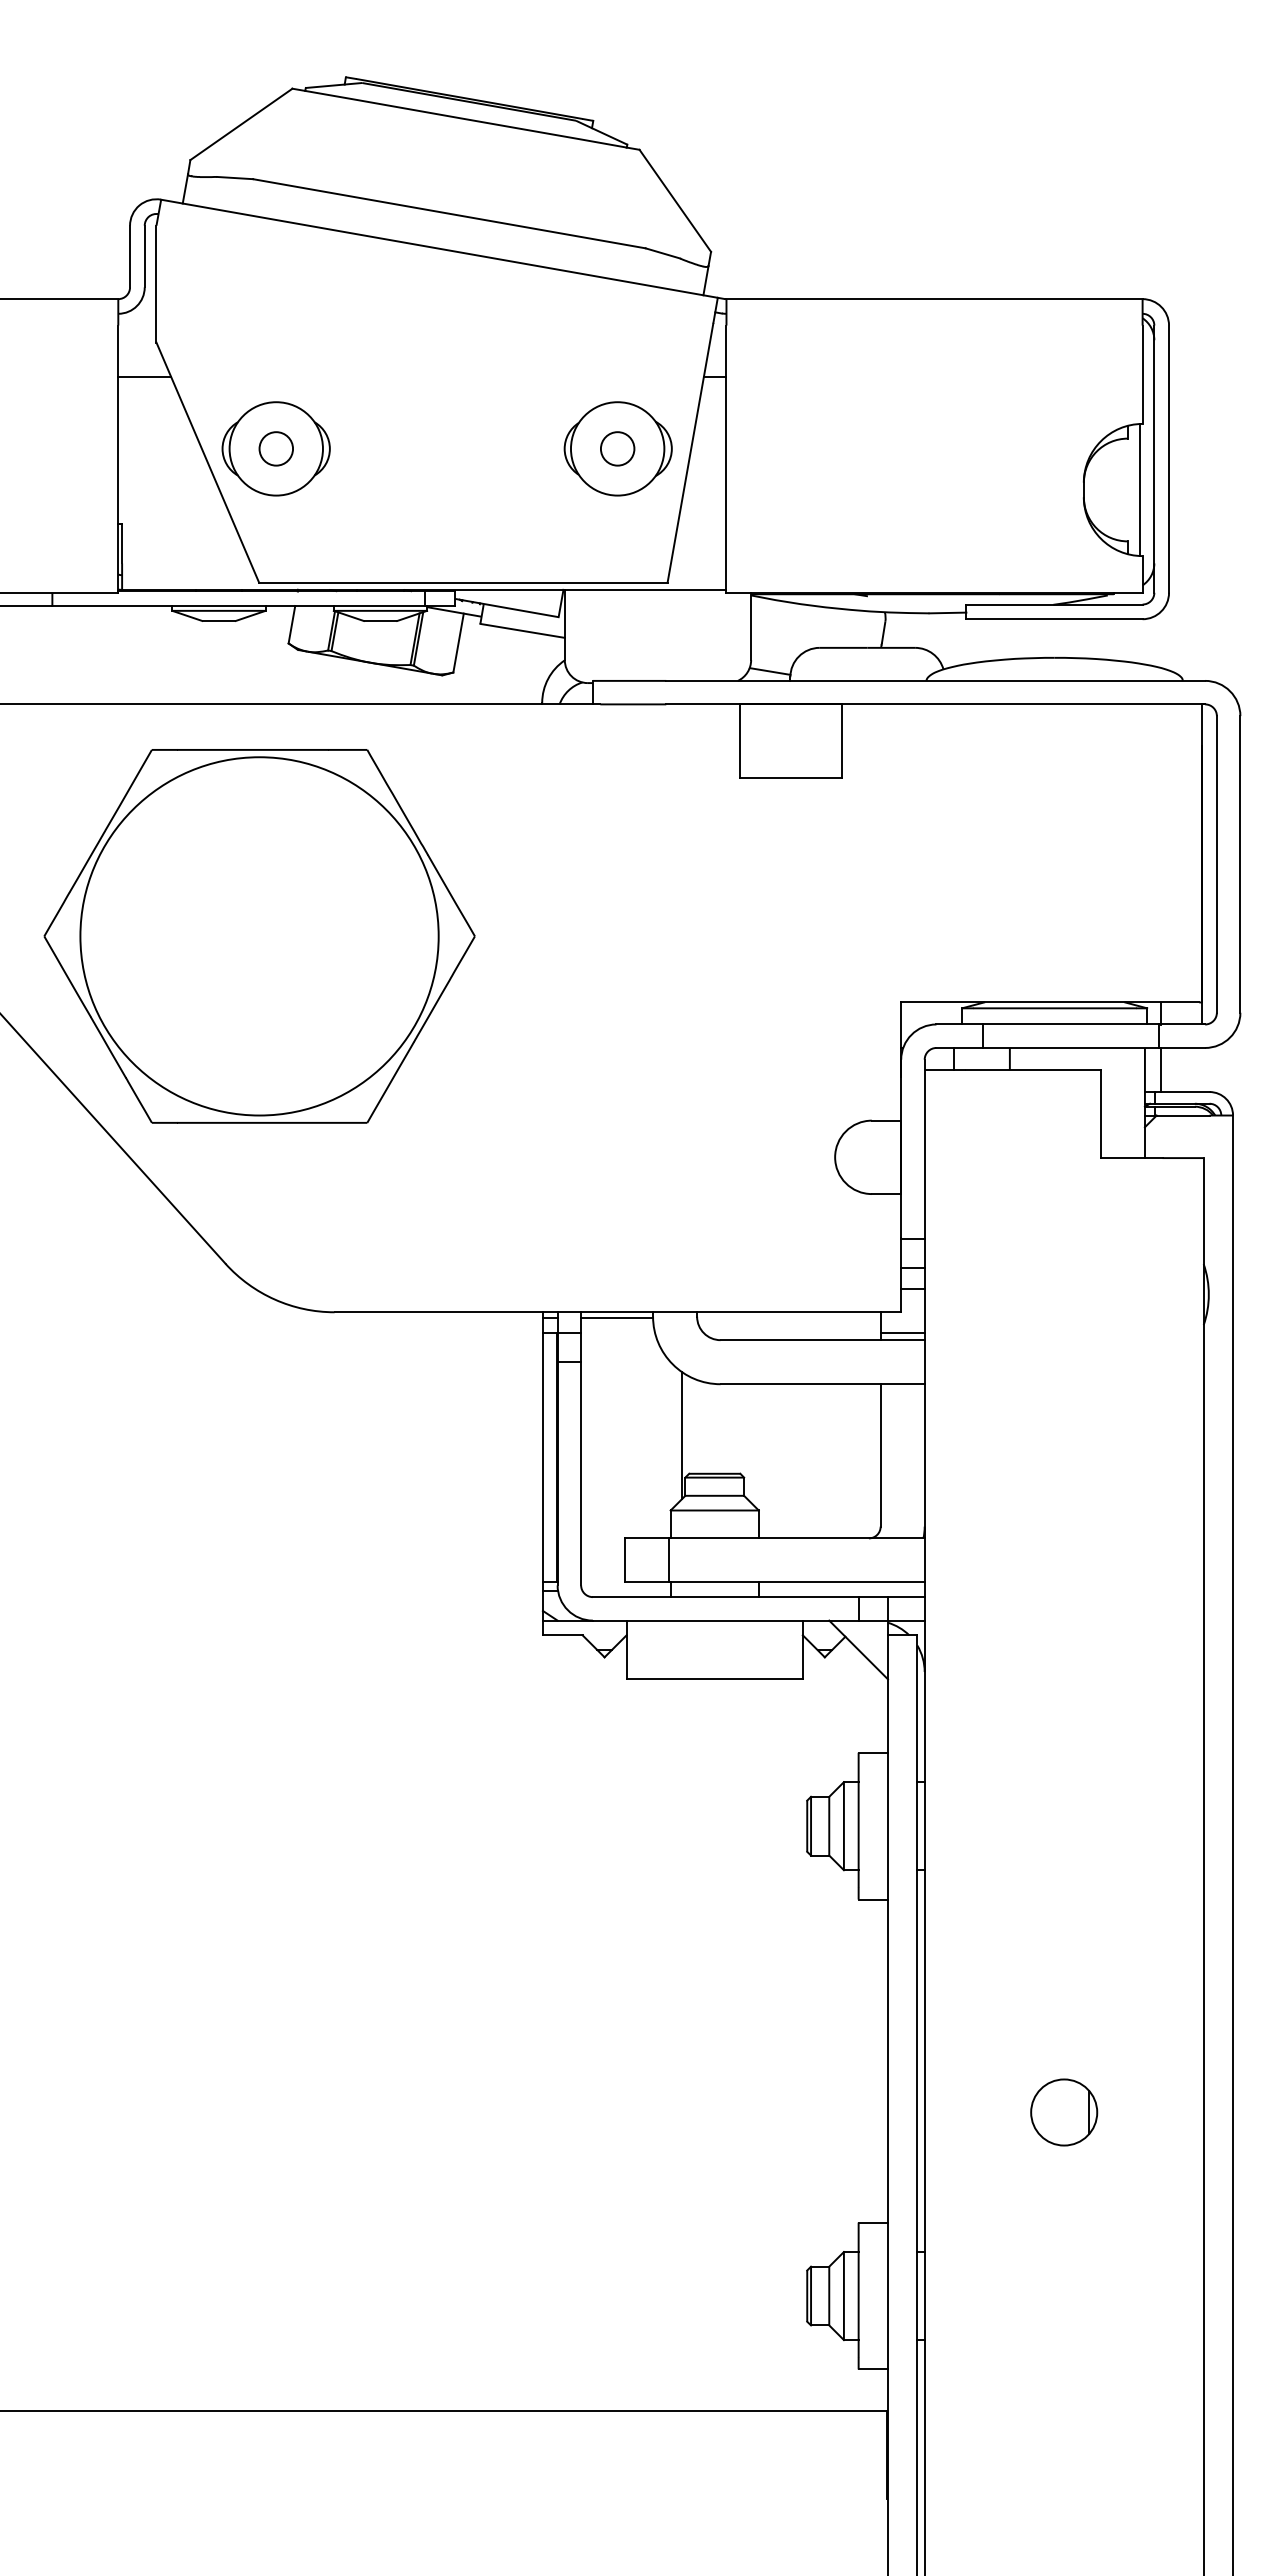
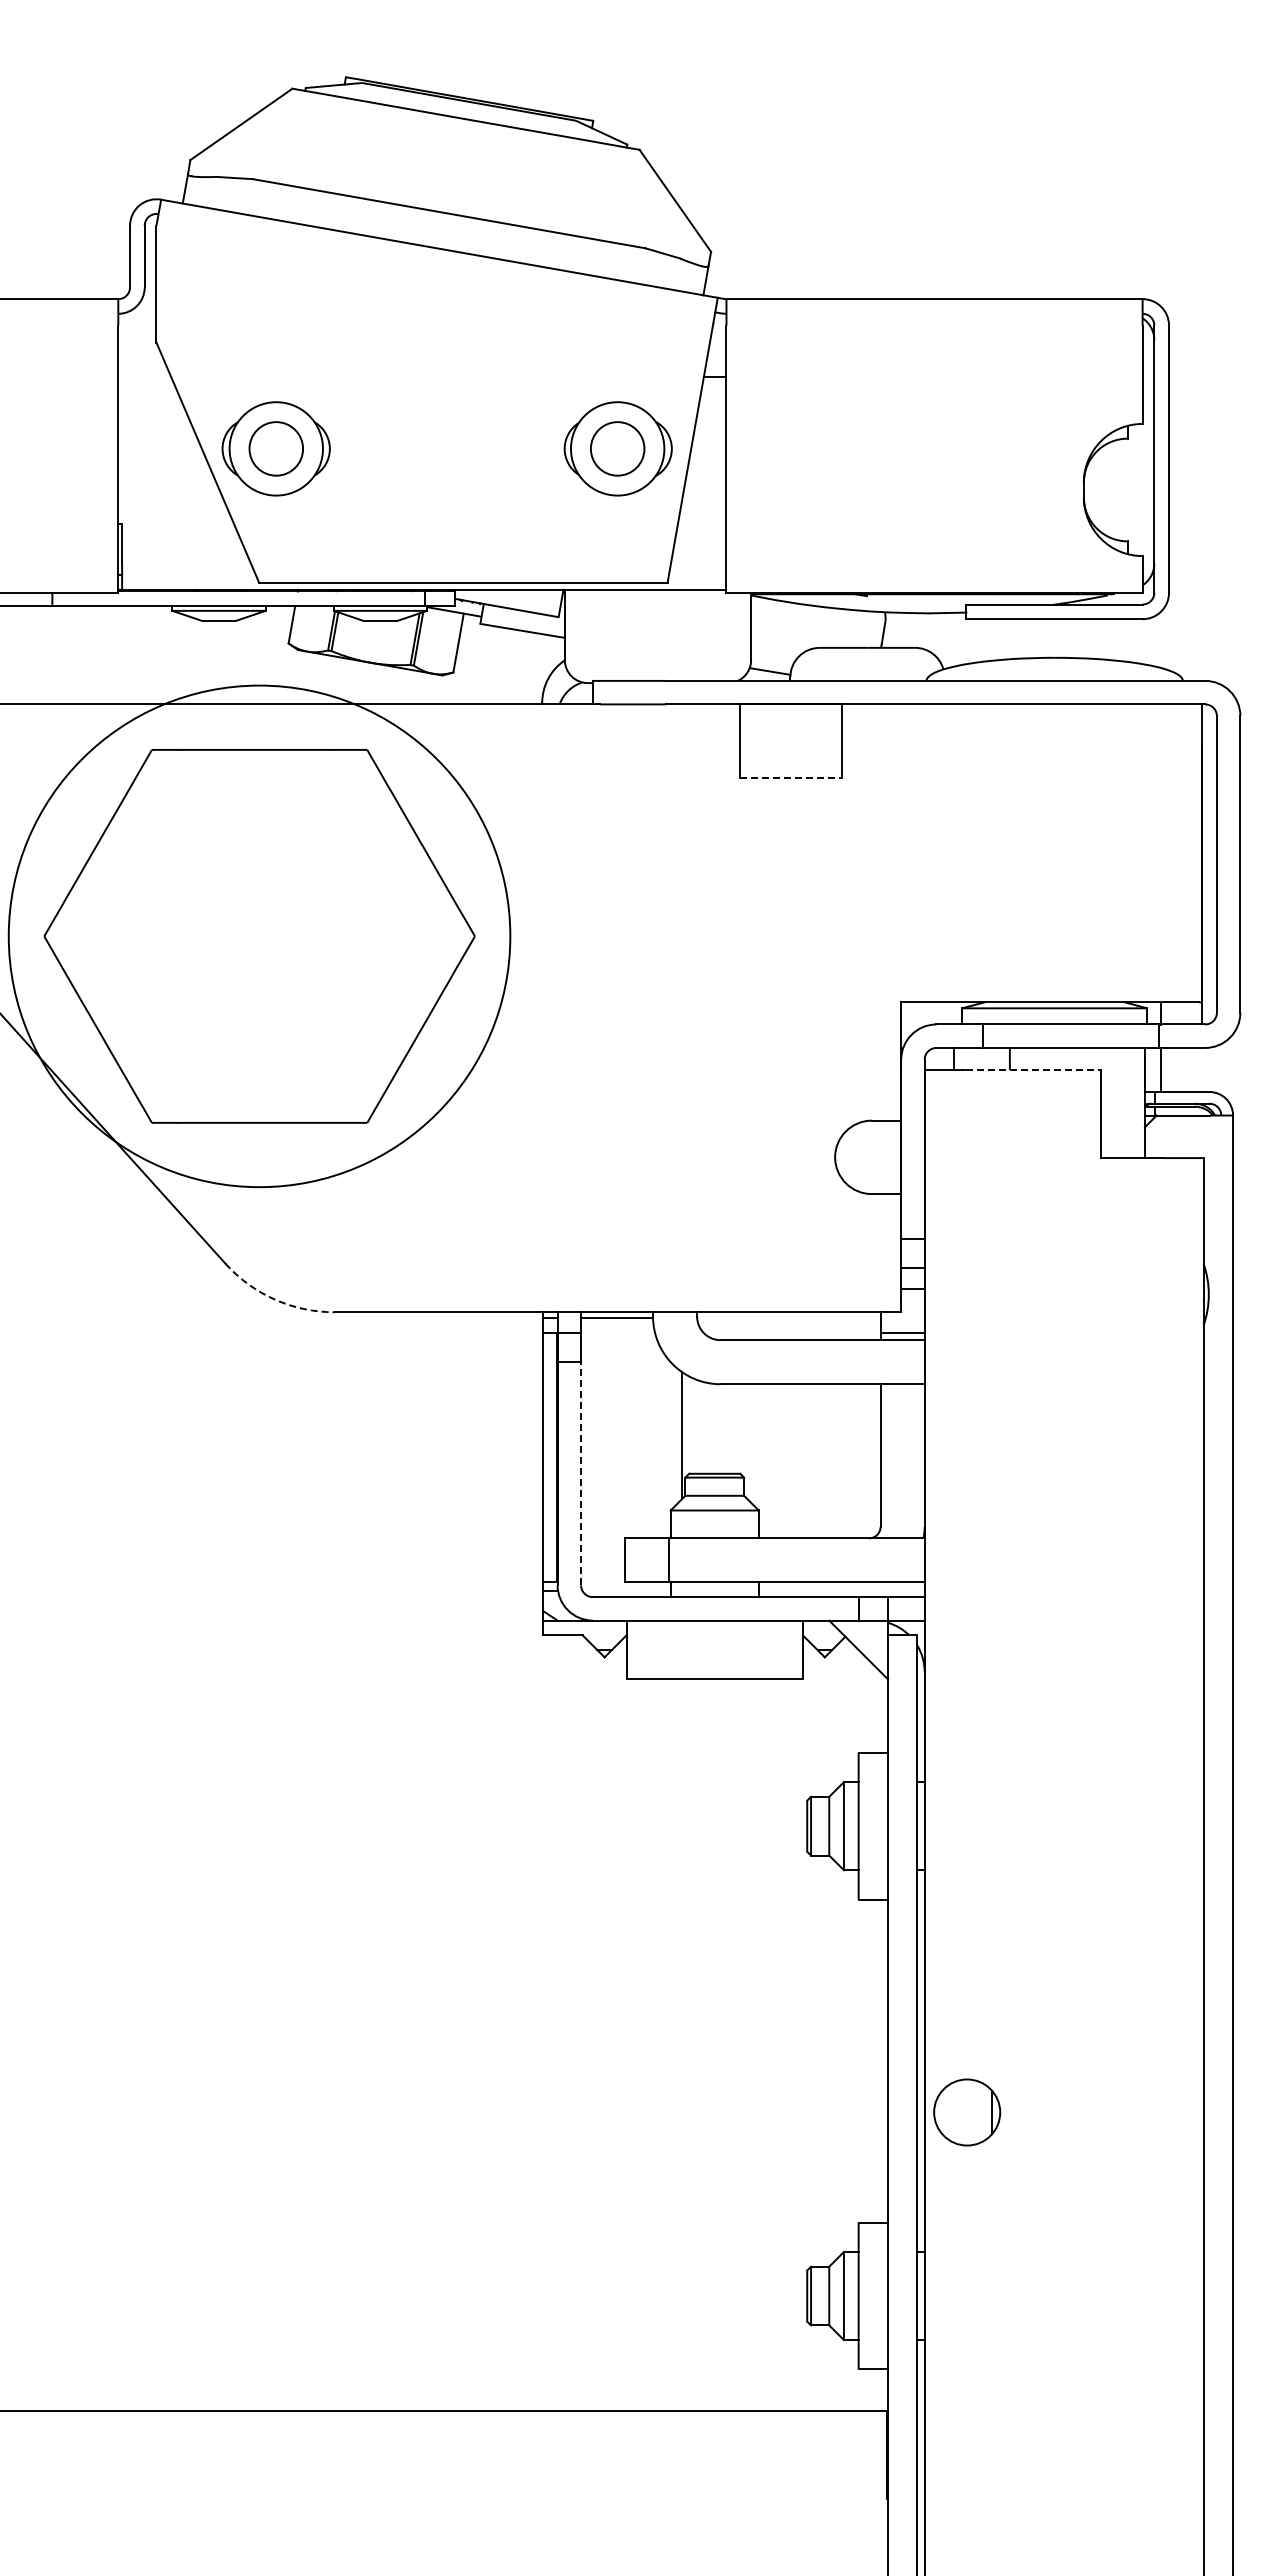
line at (144, 376): present -> none
circle at (276, 448) diameter: 33 px -> 54 px
circle at (617, 448) diameter: 33 px -> 54 px
line at (1139, 490): present -> none
line at (791, 777): solid -> dashed
circle at (259, 936) diameter: 358 px -> 502 px
line at (1033, 1070): solid -> dashed
arc at (274, 1299): solid -> dashed
line at (581, 1473): solid -> dashed
part at (1064, 2112) position: (1064, 2112) -> (967, 2112)
